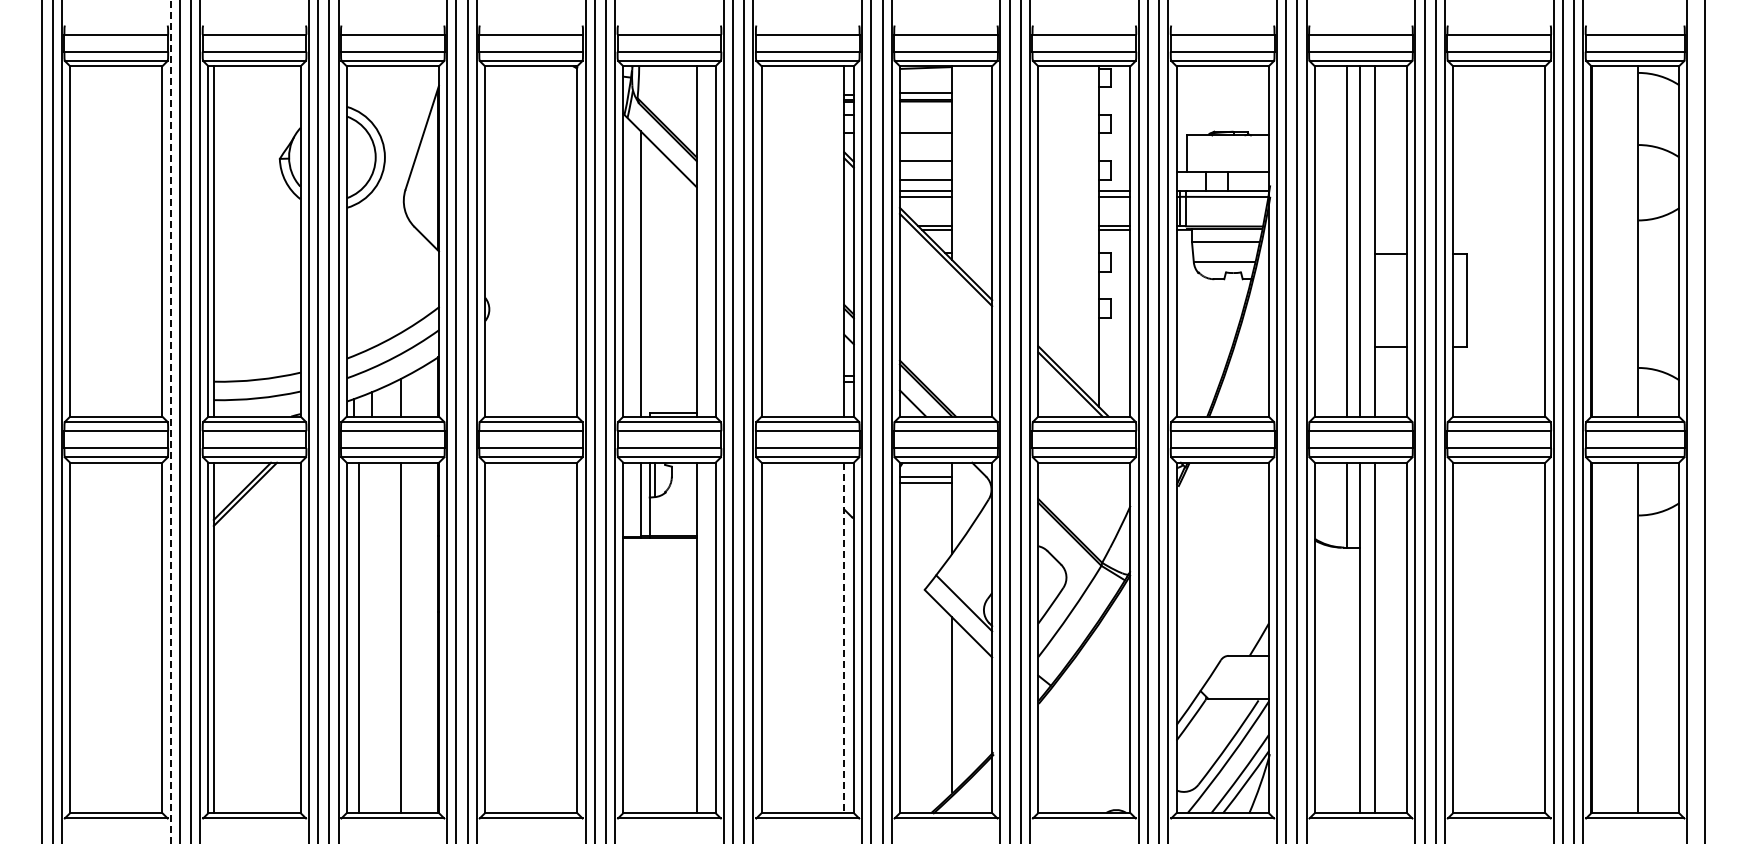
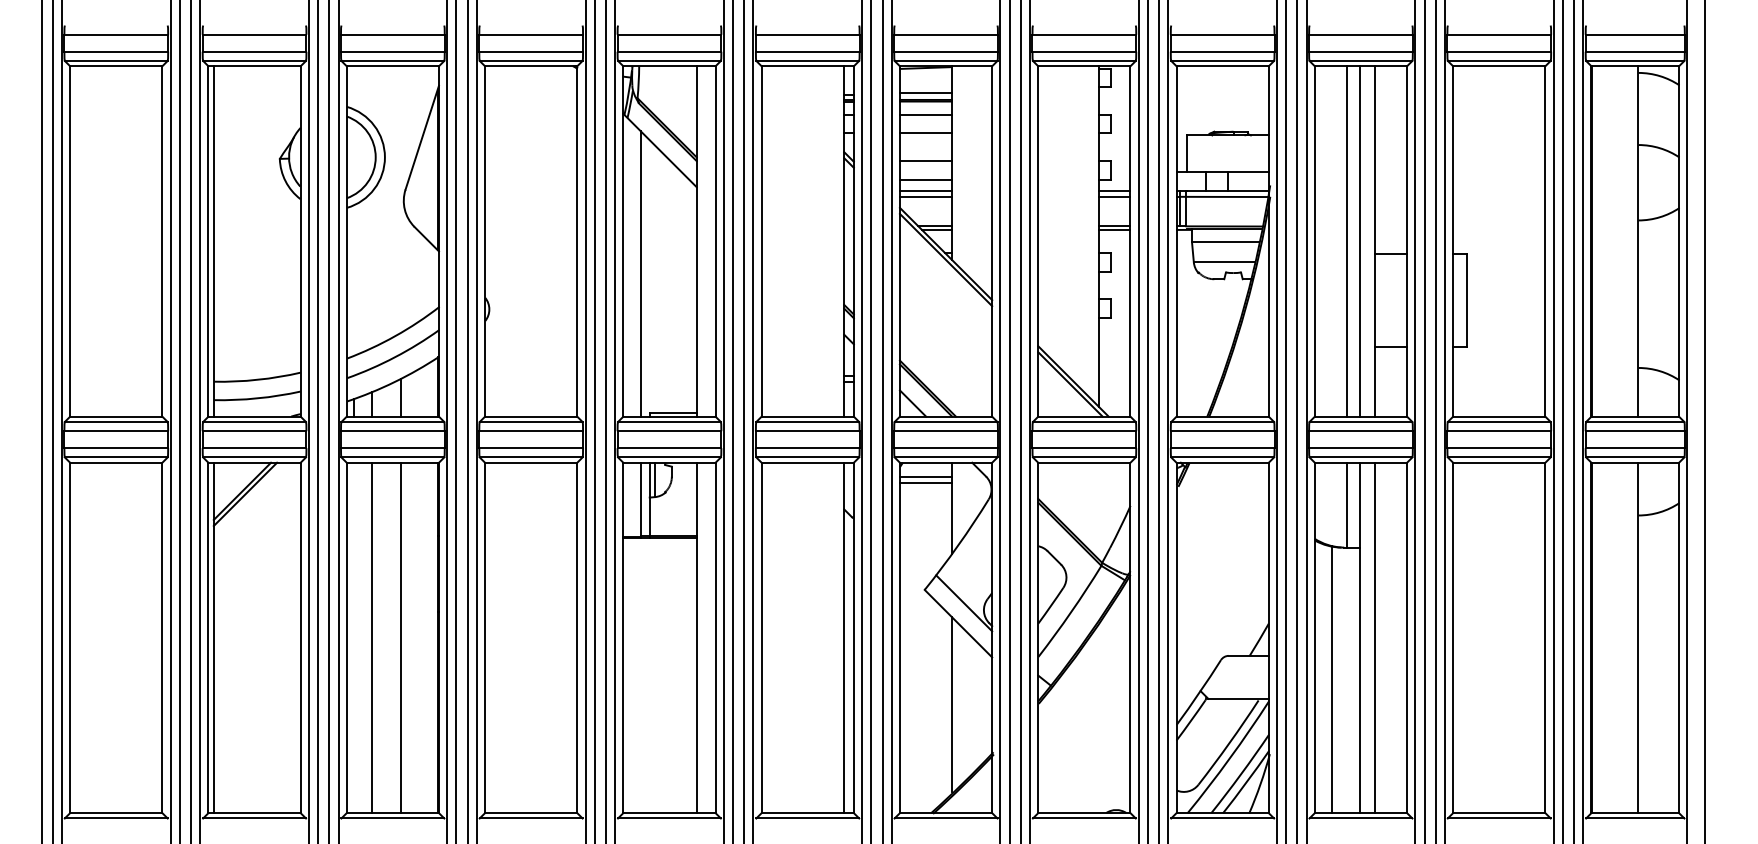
line at (925, 114): none -> present
line at (170, 422): dashed -> solid
line at (359, 637) position: (359, 637) -> (372, 637)
line at (844, 638): dashed -> solid
line at (1332, 679): none -> present
